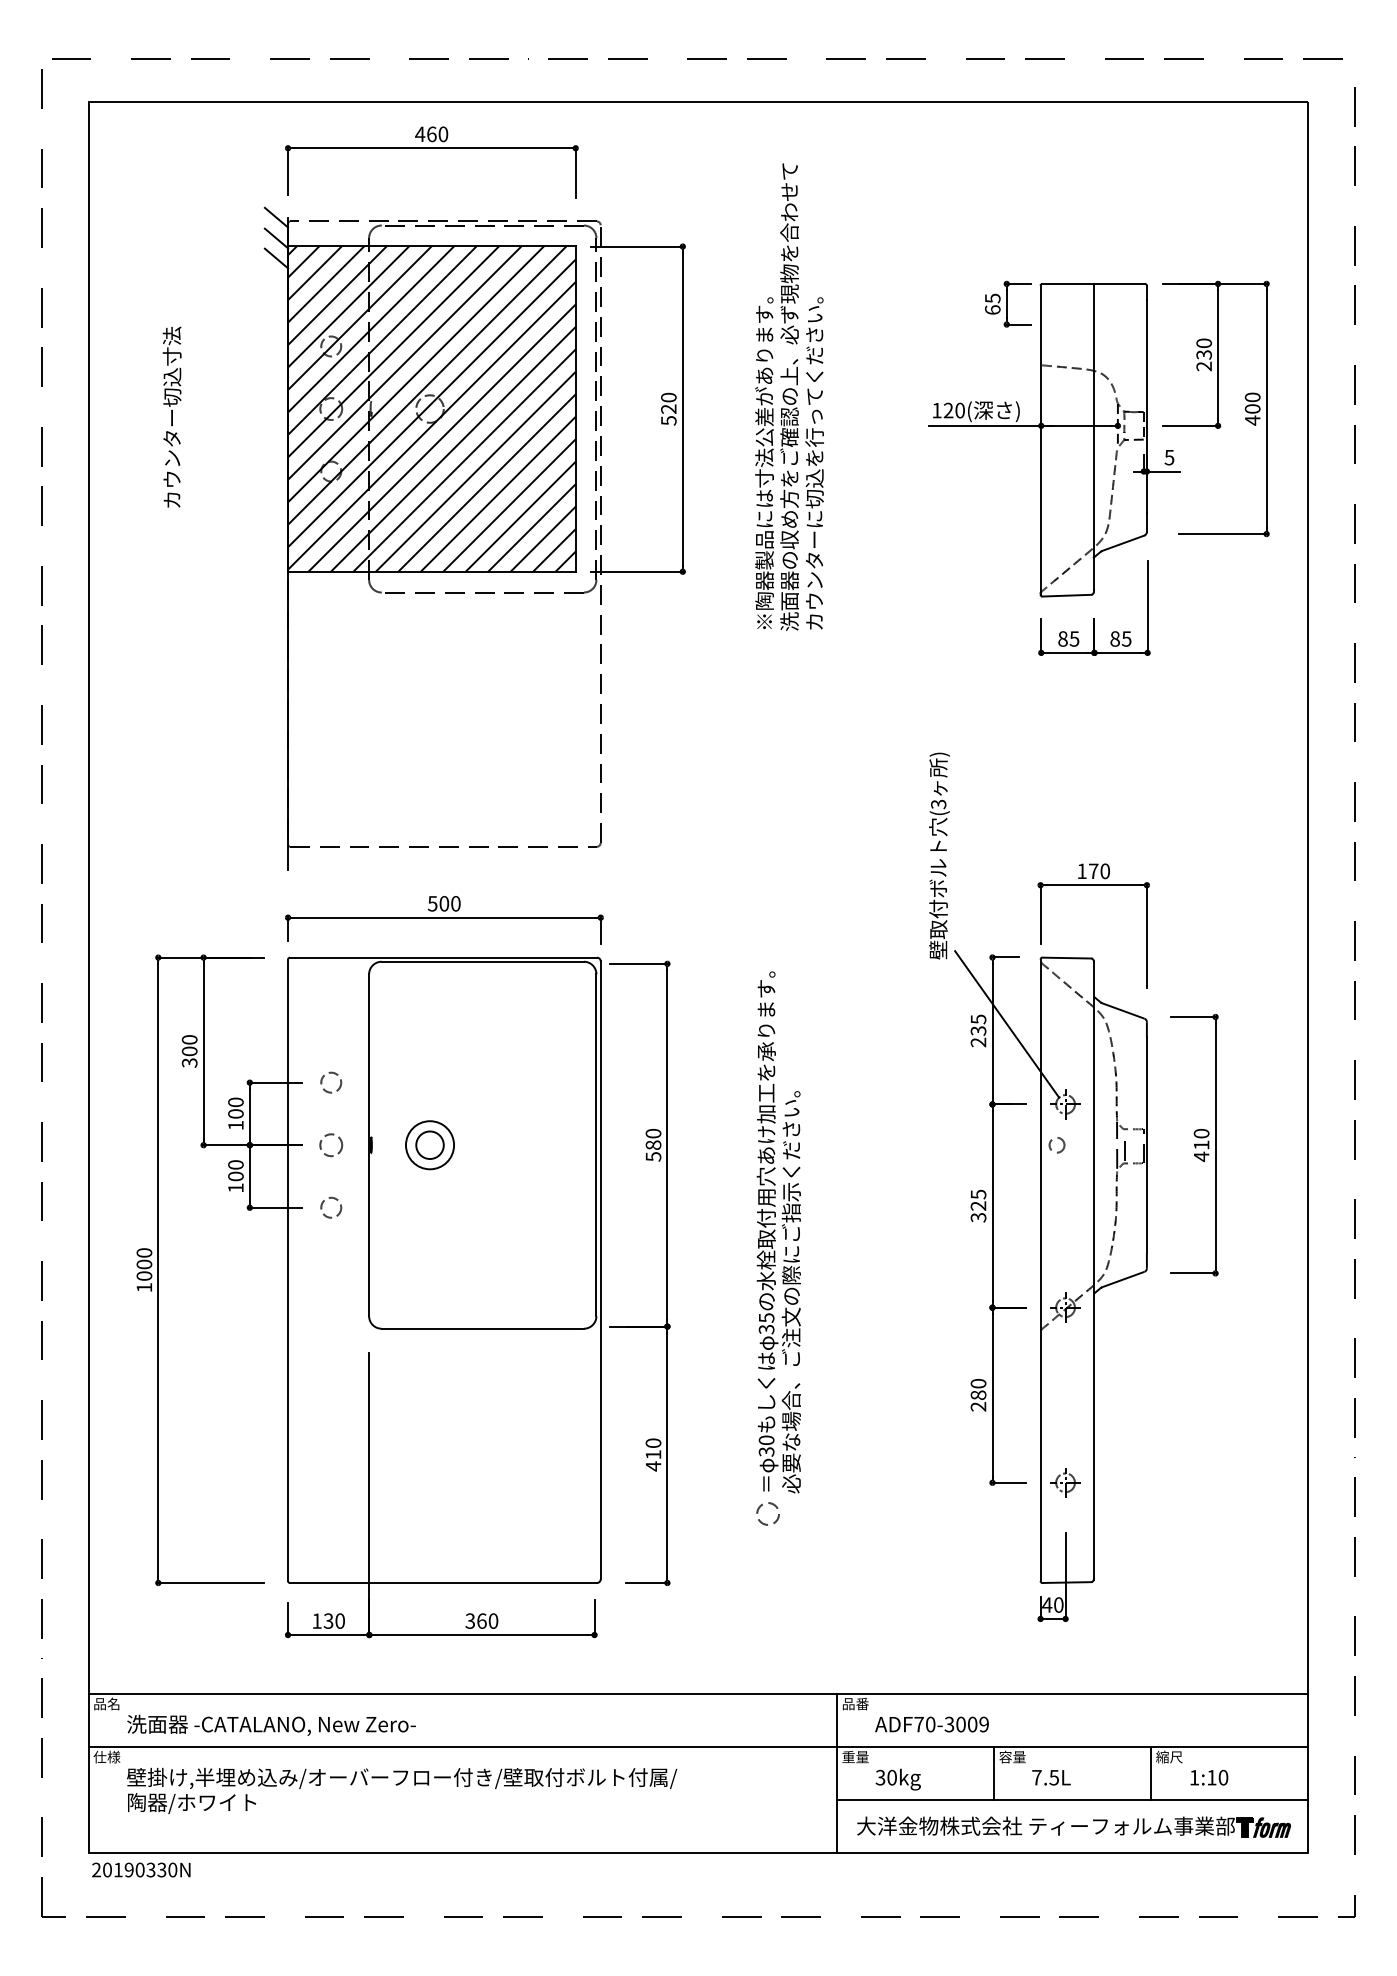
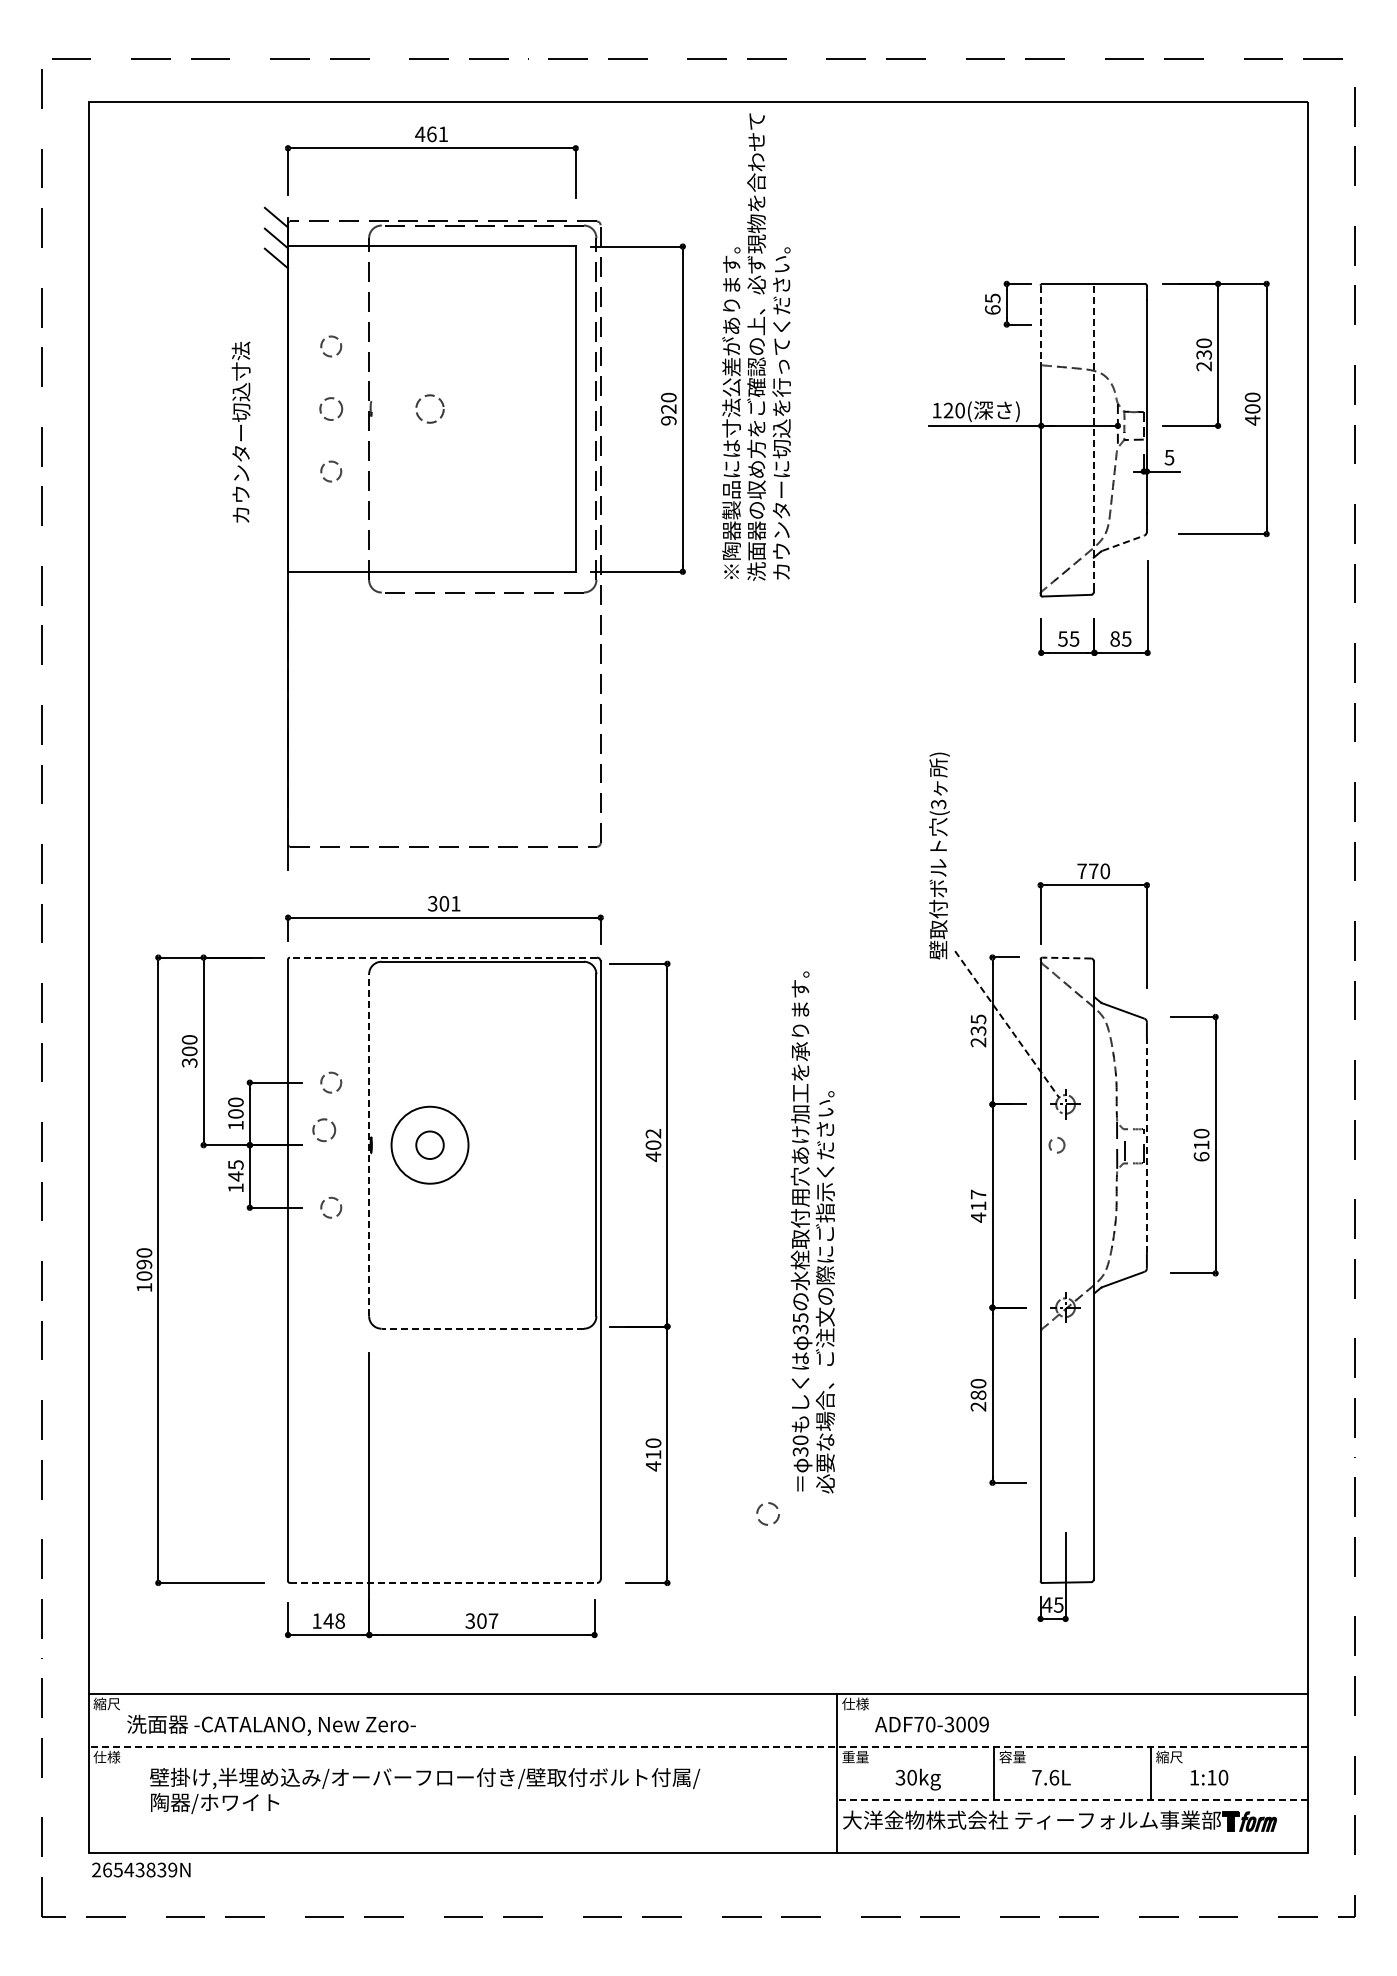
text at (443, 134): 460 -> 461
line at (1040, 324): solid -> dashed
text at (789, 396) position: (789, 396) -> (756, 346)
hatch at (431, 408): present -> none
text at (171, 416) position: (171, 416) -> (240, 431)
text at (668, 420): 520 -> 920
line at (1093, 436): solid -> dashed
line at (1123, 543): solid -> dashed
text at (1062, 638): 85 -> 55
text at (1081, 870): 170 -> 770
text at (444, 903): 500 -> 301
line at (443, 957): solid -> dashed
line at (1066, 958): solid -> dashed
line at (1007, 1024): solid -> dashed
circle at (331, 1145) position: (331, 1145) -> (324, 1130)
line at (369, 1145): solid -> dashed
circle at (429, 1145) diameter: 48 px -> 77 px
text at (653, 1145): 580 -> 402
line at (1146, 1145): solid -> dashed
text at (1201, 1156): 410 -> 610
text at (235, 1170): 100 -> 145
text at (978, 1205): 325 -> 417
text at (778, 1232) position: (778, 1232) -> (812, 1232)
text at (144, 1264): 1000 -> 1090
line at (482, 1328): solid -> dashed
part at (1065, 1482): present -> none
line at (443, 1582): solid -> dashed
text at (1058, 1604): 40 -> 45
text at (333, 1620): 130 -> 148
text at (487, 1620): 360 -> 307
text at (106, 1703): 品名 -> 縮尺
text at (855, 1703): 品番 -> 仕様
line at (698, 1746): solid -> dashed
text at (1054, 1777): 7.5L -> 7.6L
text at (897, 1779) position: (897, 1779) -> (917, 1779)
text at (402, 1790) position: (402, 1790) -> (425, 1790)
line at (1072, 1800): solid -> dashed
part at (1073, 1826) position: (1073, 1826) -> (1059, 1820)
text at (140, 1869): 20190330N -> 26543839N
